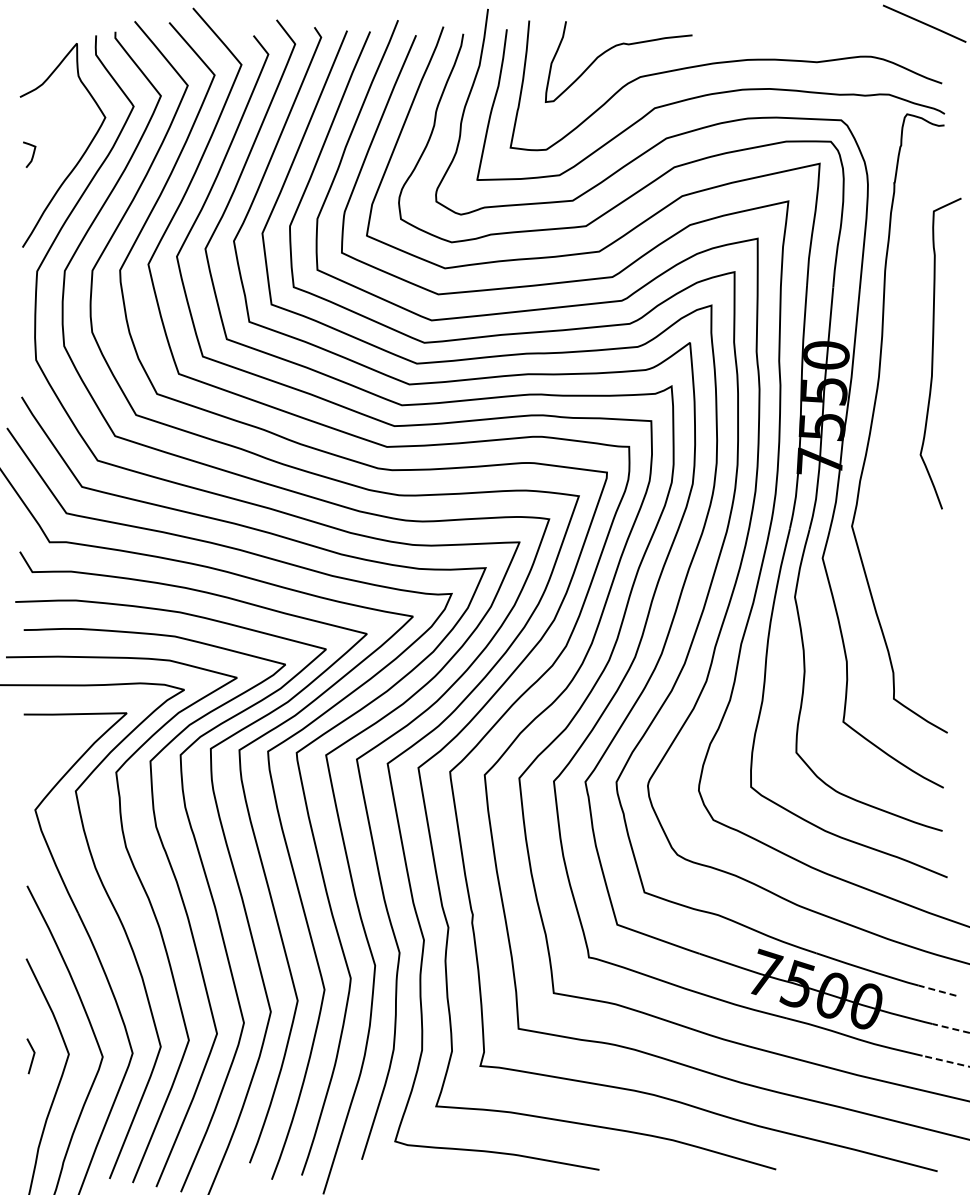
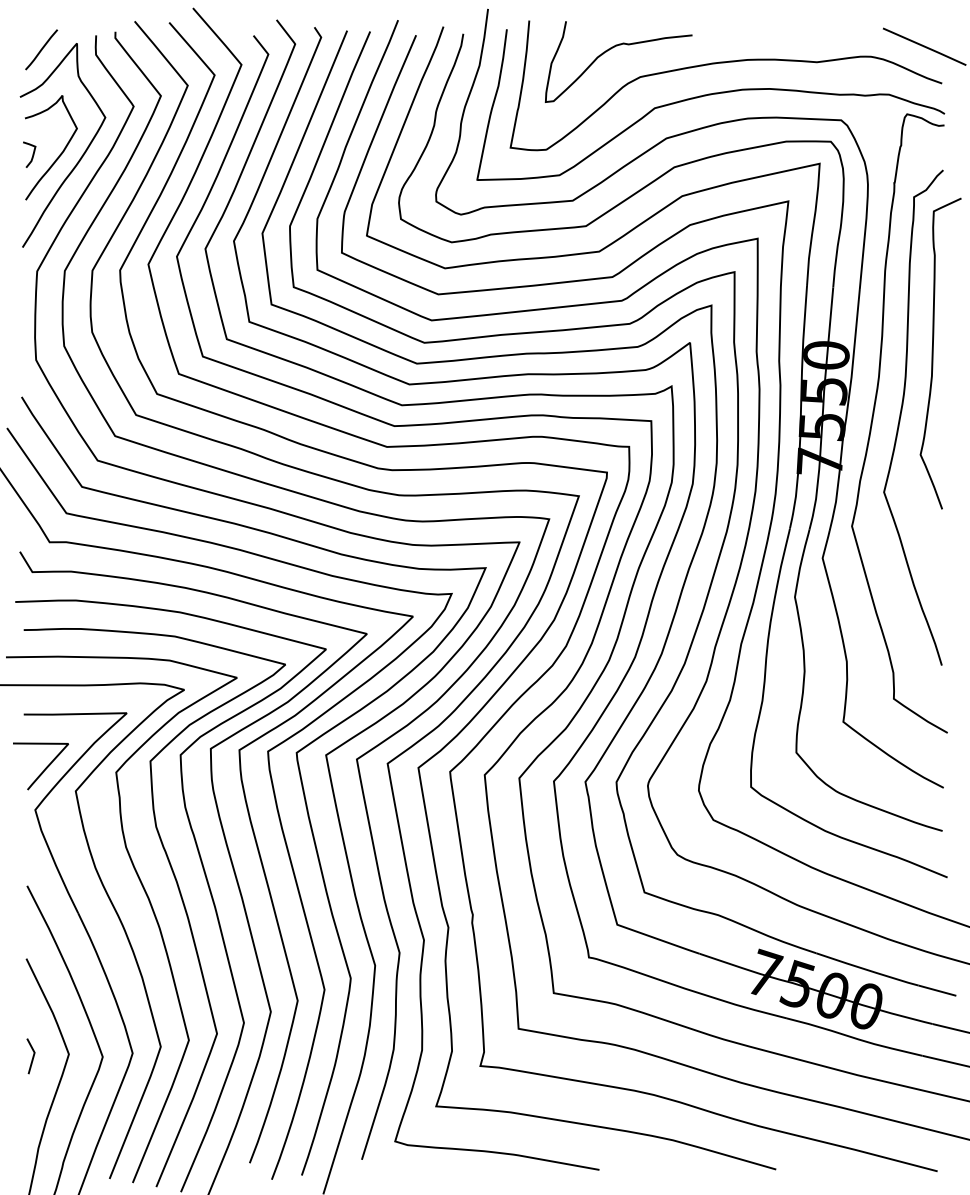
line at (924, 23) position: (924, 23) -> (924, 46)
line at (41, 49): none -> present
curve at (59, 154): none -> present
curve at (901, 416): none -> present
line at (44, 768): none -> present
line at (937, 990): dashed -> solid
line at (950, 1028): dashed -> solid
line at (945, 1061): dashed -> solid
